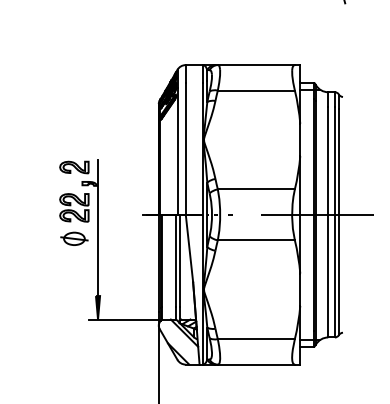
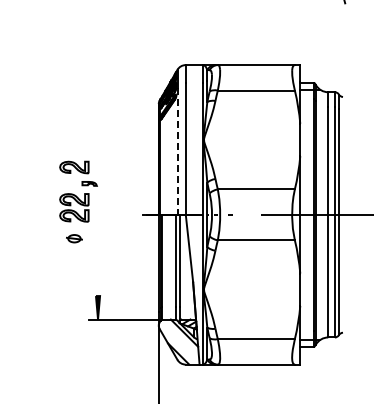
line at (177, 151): solid -> dashed
line at (98, 228): present -> none
part at (74, 238) size: 29x15 px -> 17x10 px
